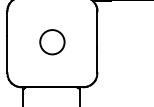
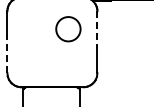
line at (97, 29): solid -> dashed
circle at (52, 42) position: (52, 42) -> (68, 29)
line at (7, 54): solid -> dashed
